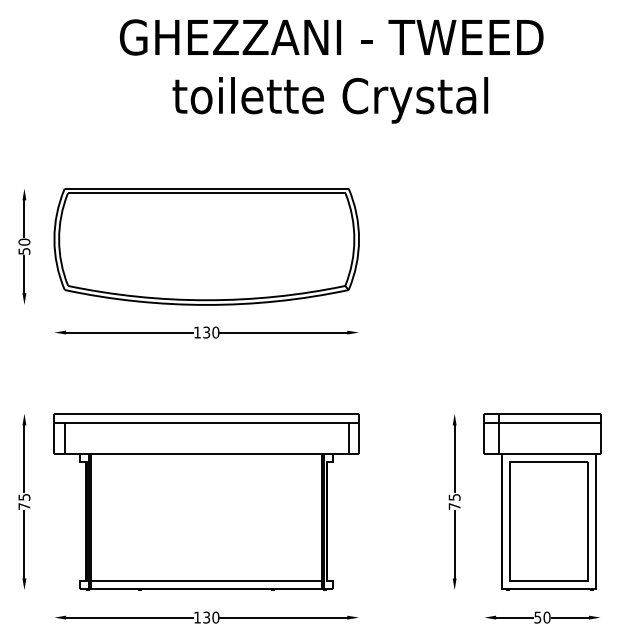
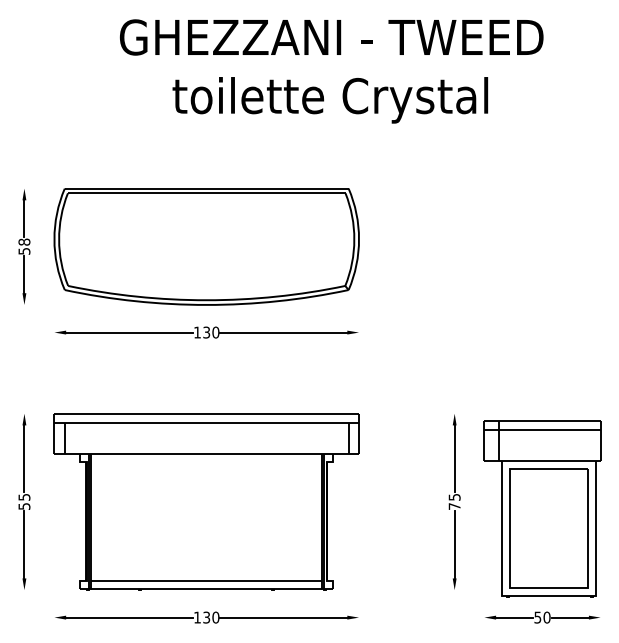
text at (24, 241): 50 -> 58
part at (542, 501) position: (542, 501) -> (542, 508)
text at (24, 506): 75 -> 55
